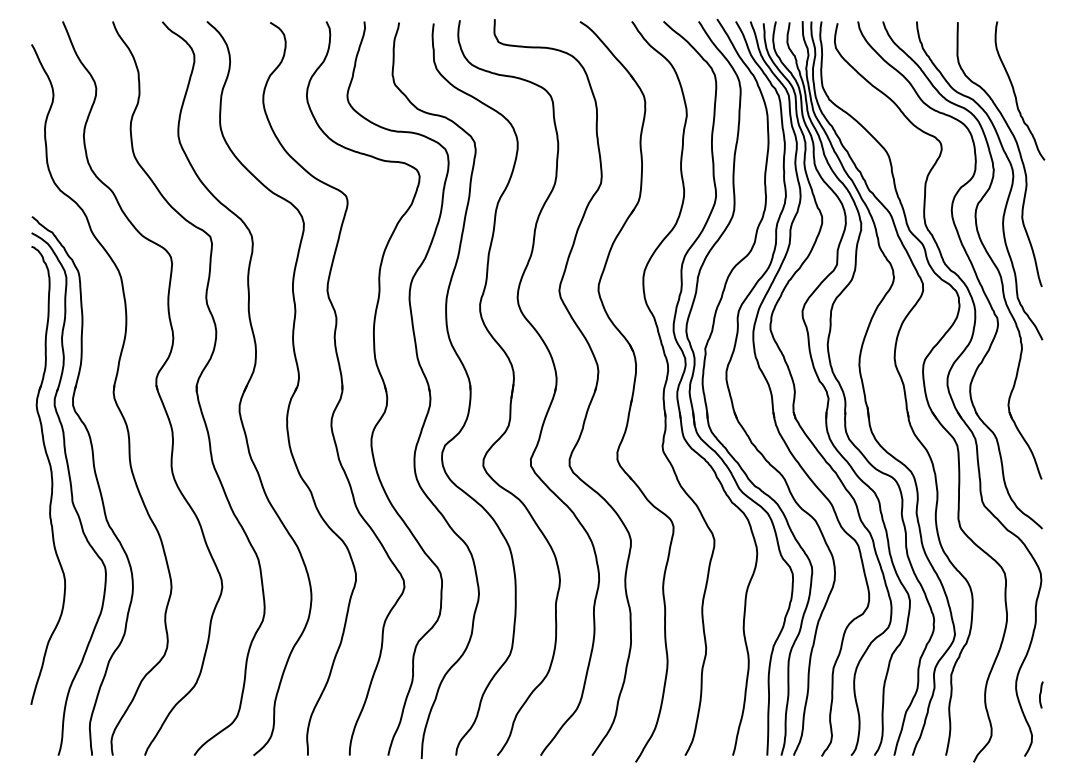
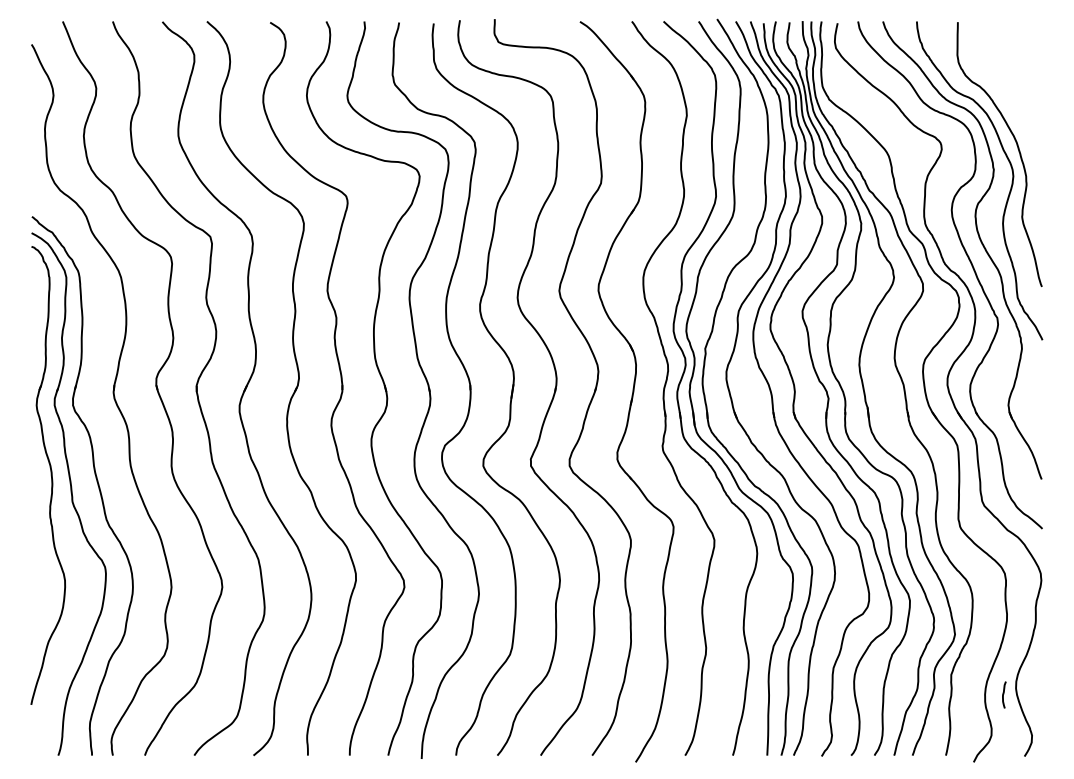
curve at (1015, 92): present -> none
curve at (1041, 694) position: (1041, 694) -> (1004, 694)
